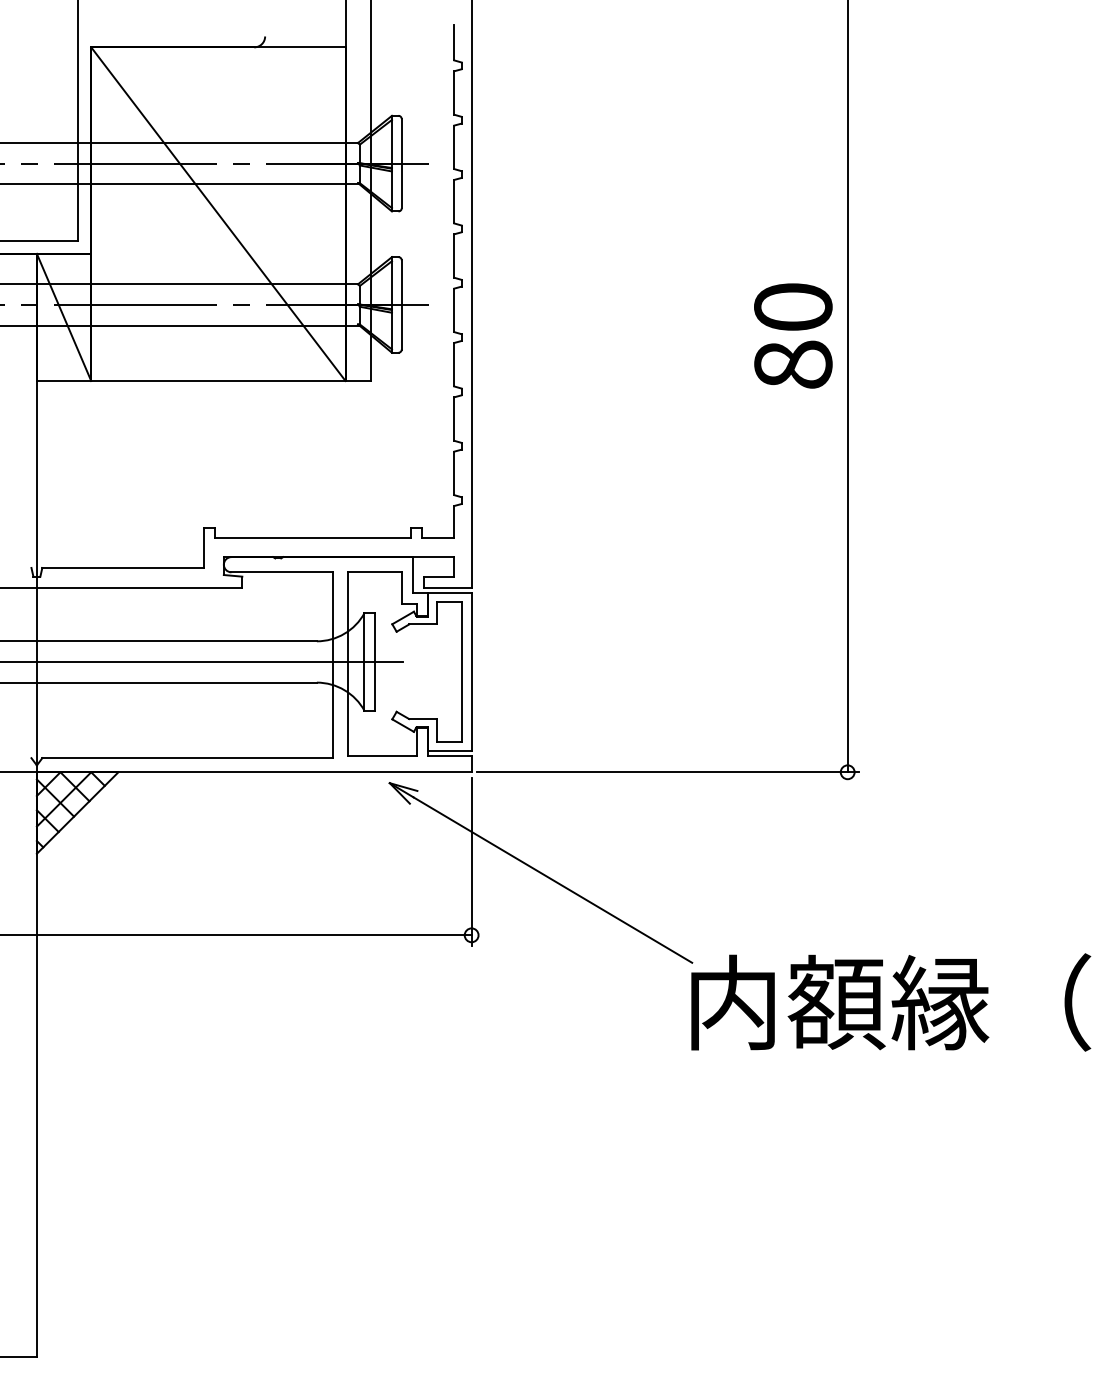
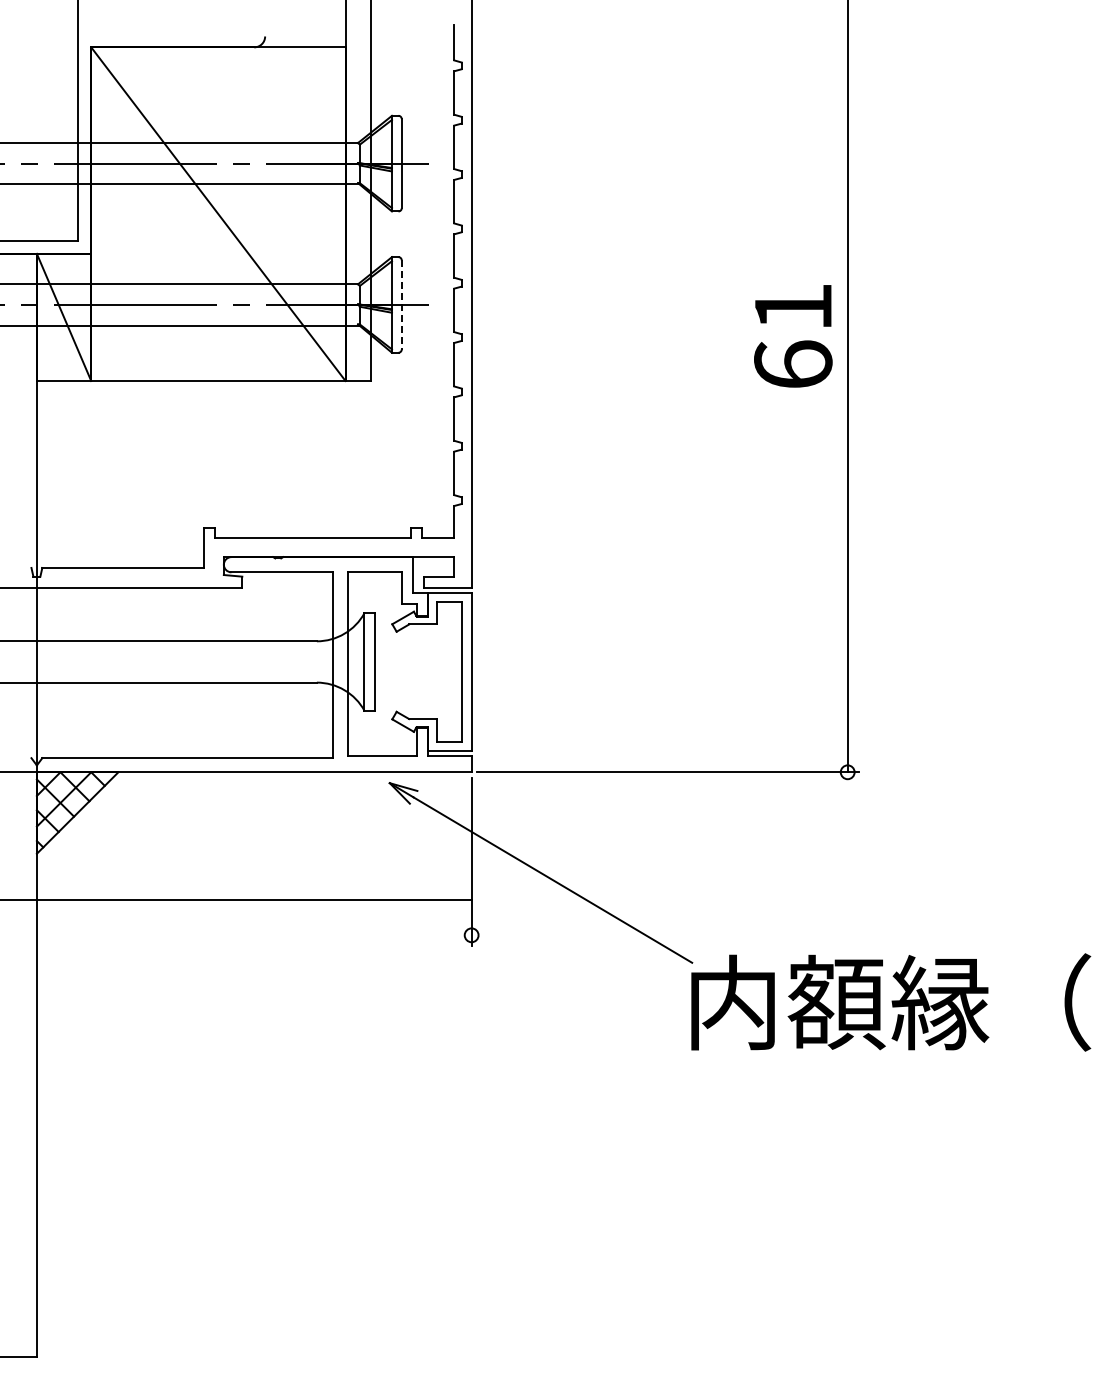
line at (401, 304): solid -> dashed
text at (793, 335): 80 -> 61
line at (202, 661): present -> none
line at (236, 935) position: (236, 935) -> (236, 900)
